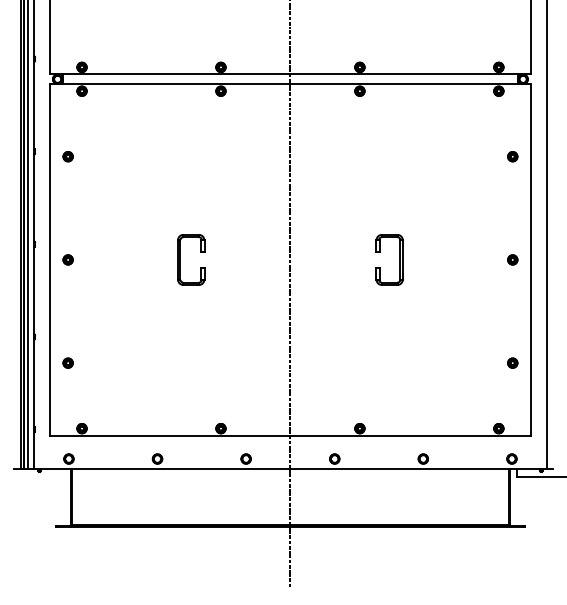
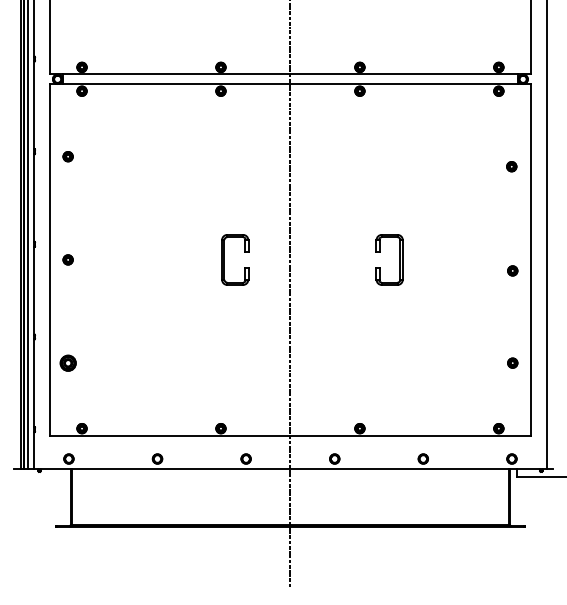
part at (512, 156) position: (512, 156) -> (511, 166)
part at (180, 259) position: (180, 259) -> (224, 259)
part at (512, 259) position: (512, 259) -> (512, 270)
part at (67, 362) size: 12x12 px -> 18x18 px
